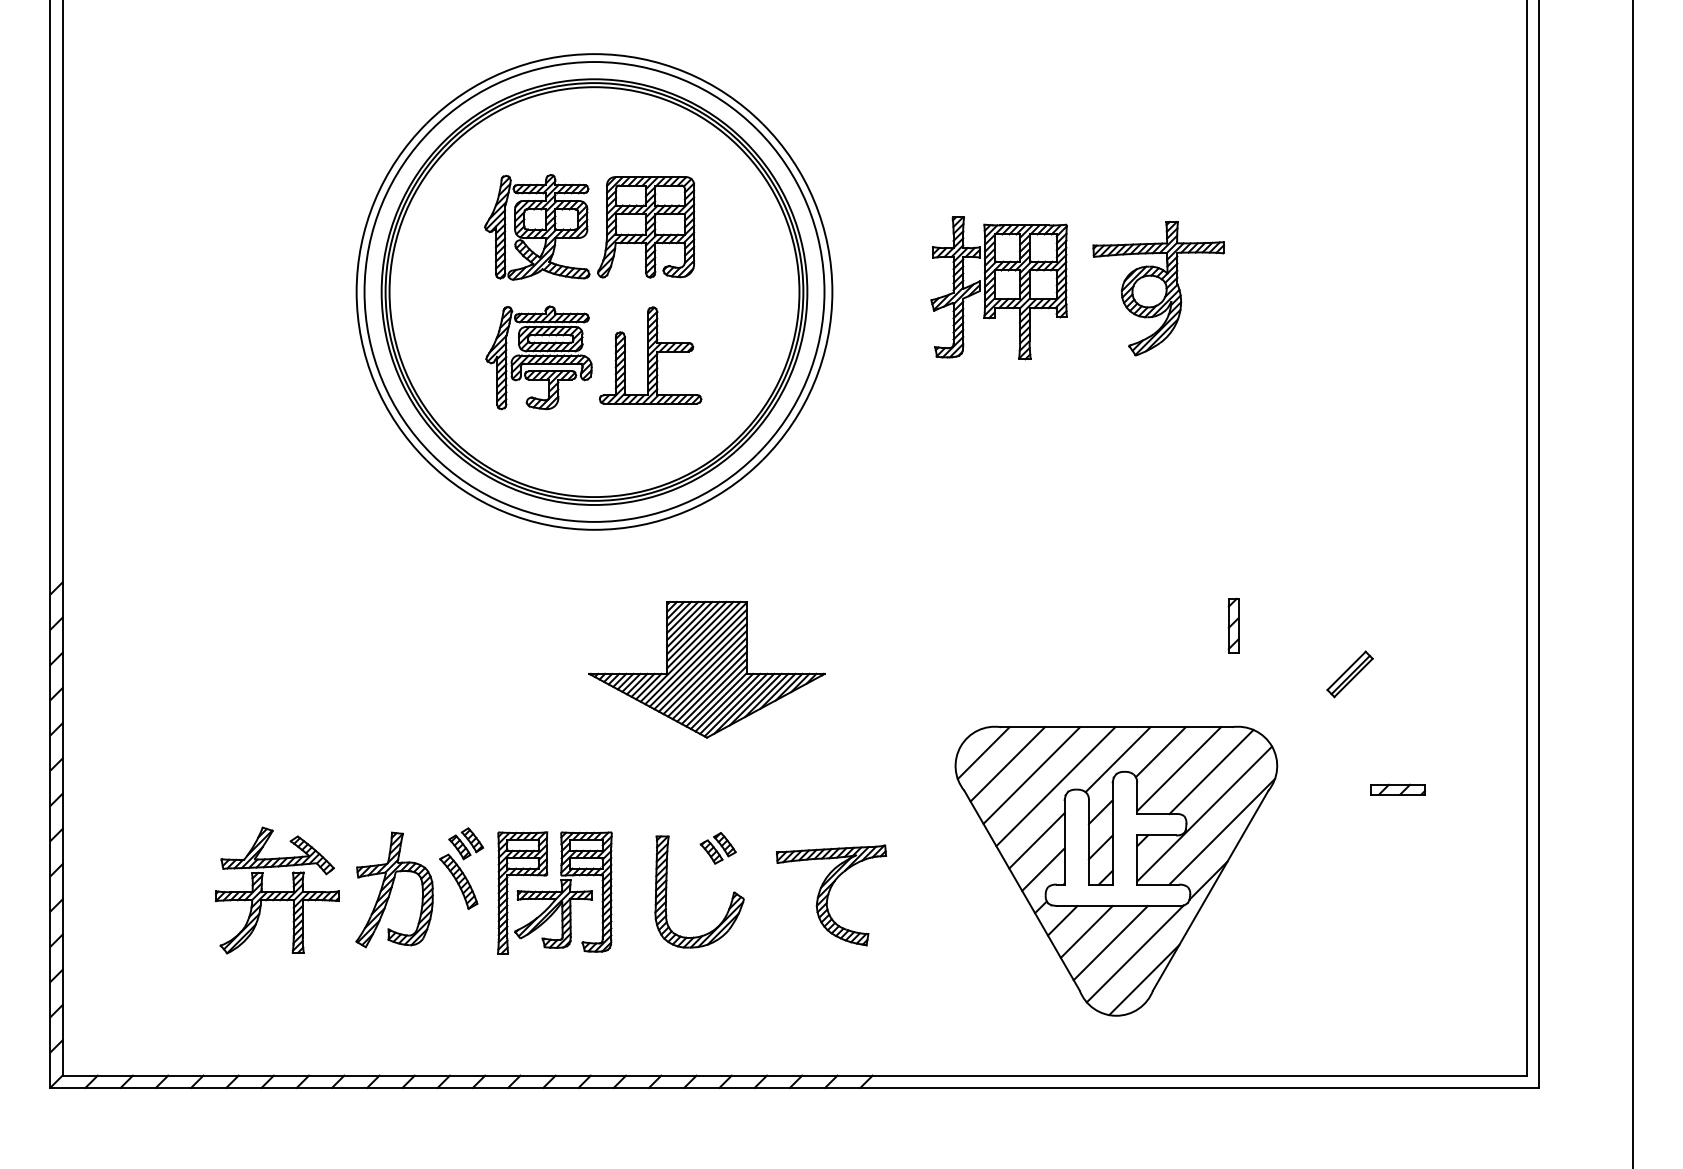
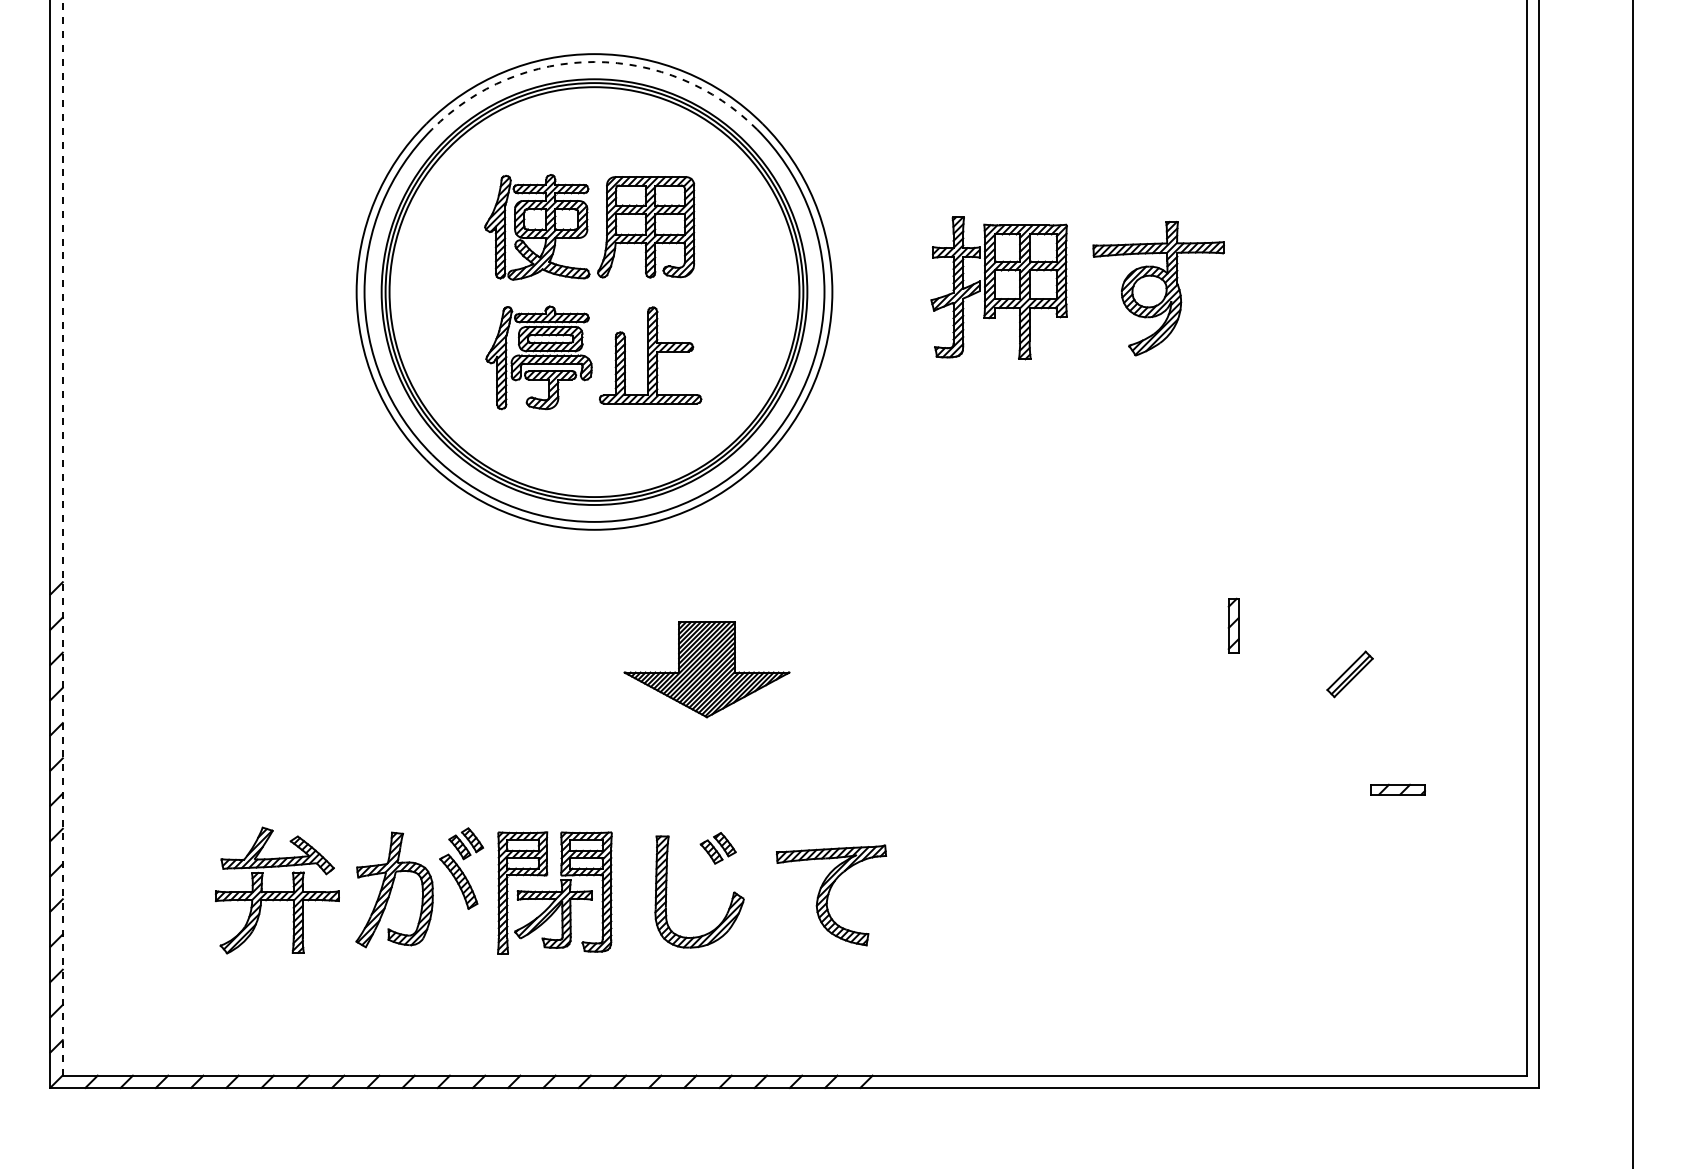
arc at (594, 62): solid -> dashed
line at (62, 538): solid -> dashed
part at (706, 669) size: 238x139 px -> 168x98 px
part at (1116, 870): present -> none
